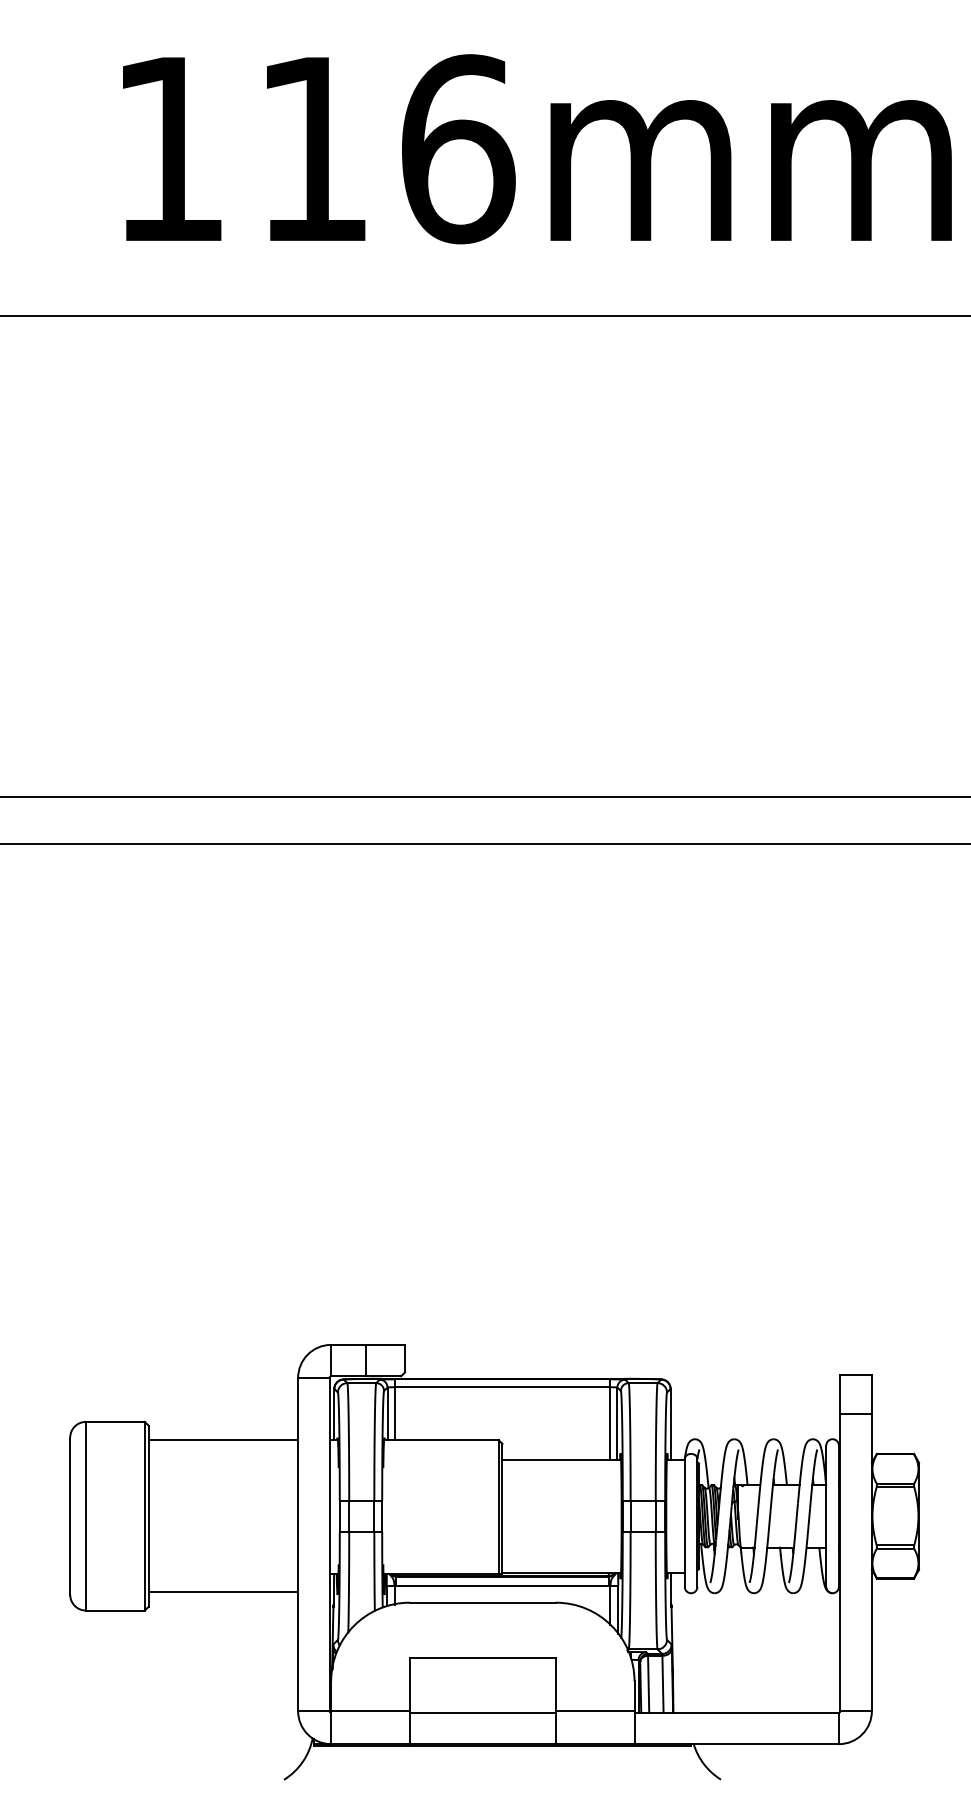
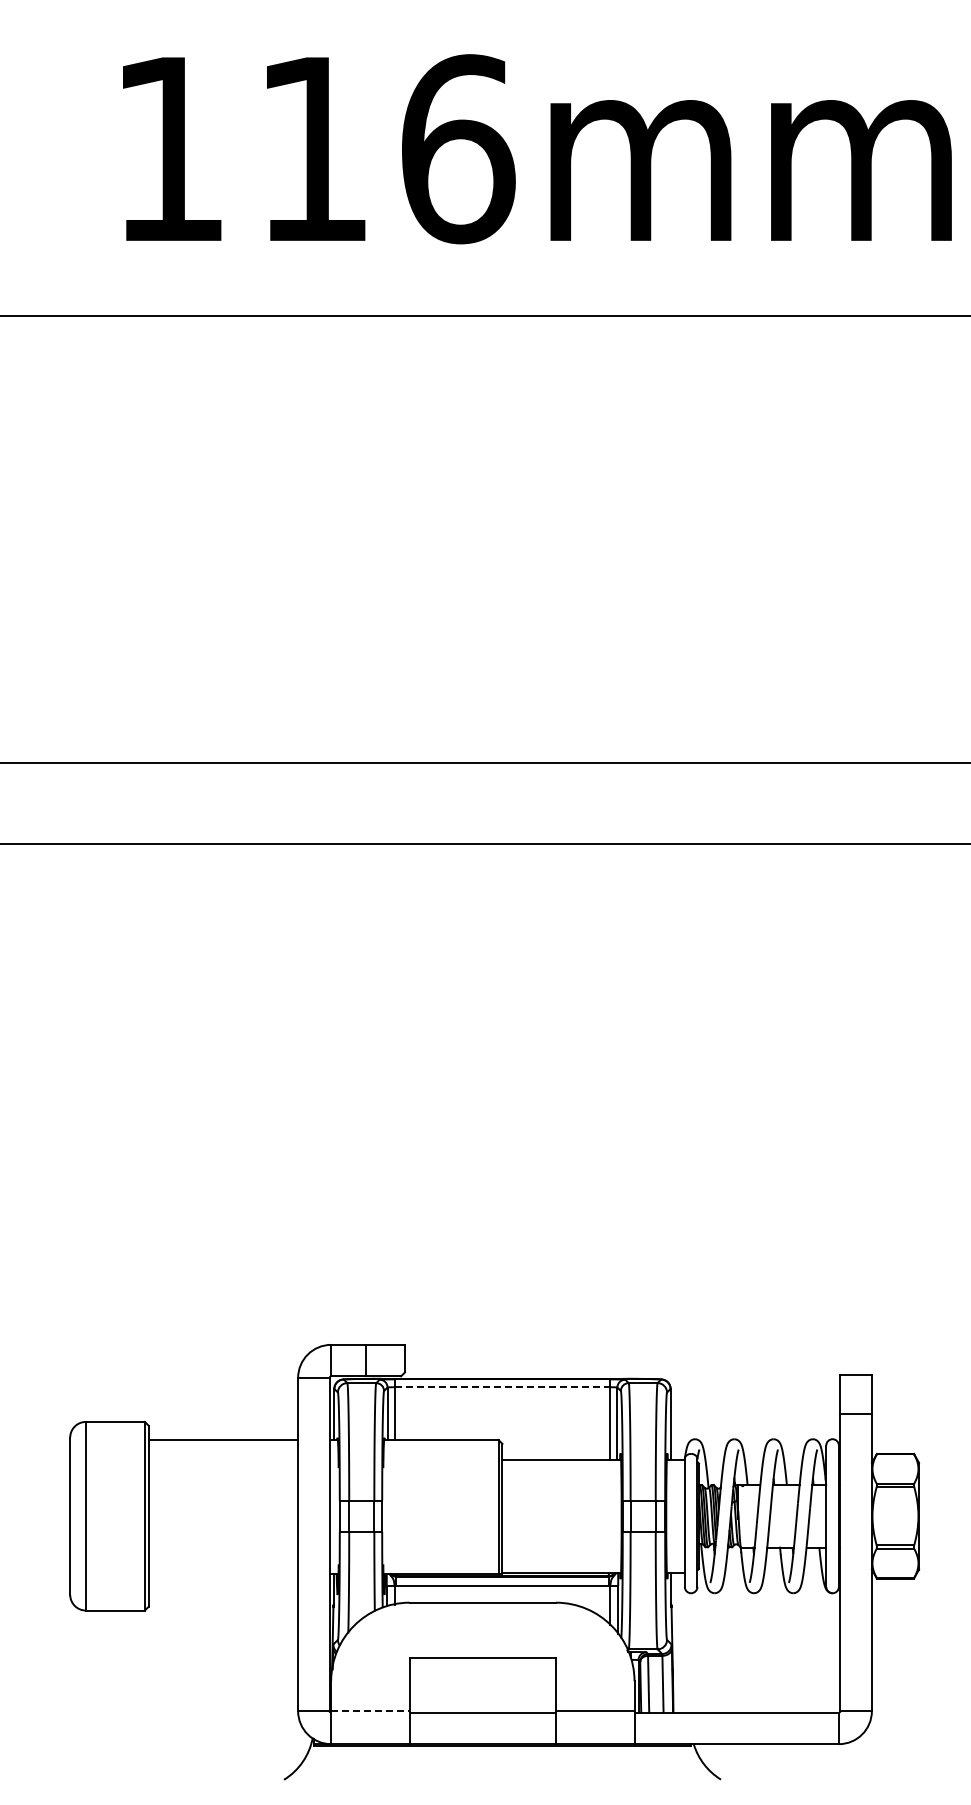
line at (484, 797) position: (484, 797) -> (484, 763)
line at (502, 1387): solid -> dashed
line at (223, 1592): present -> none
line at (370, 1711): solid -> dashed
